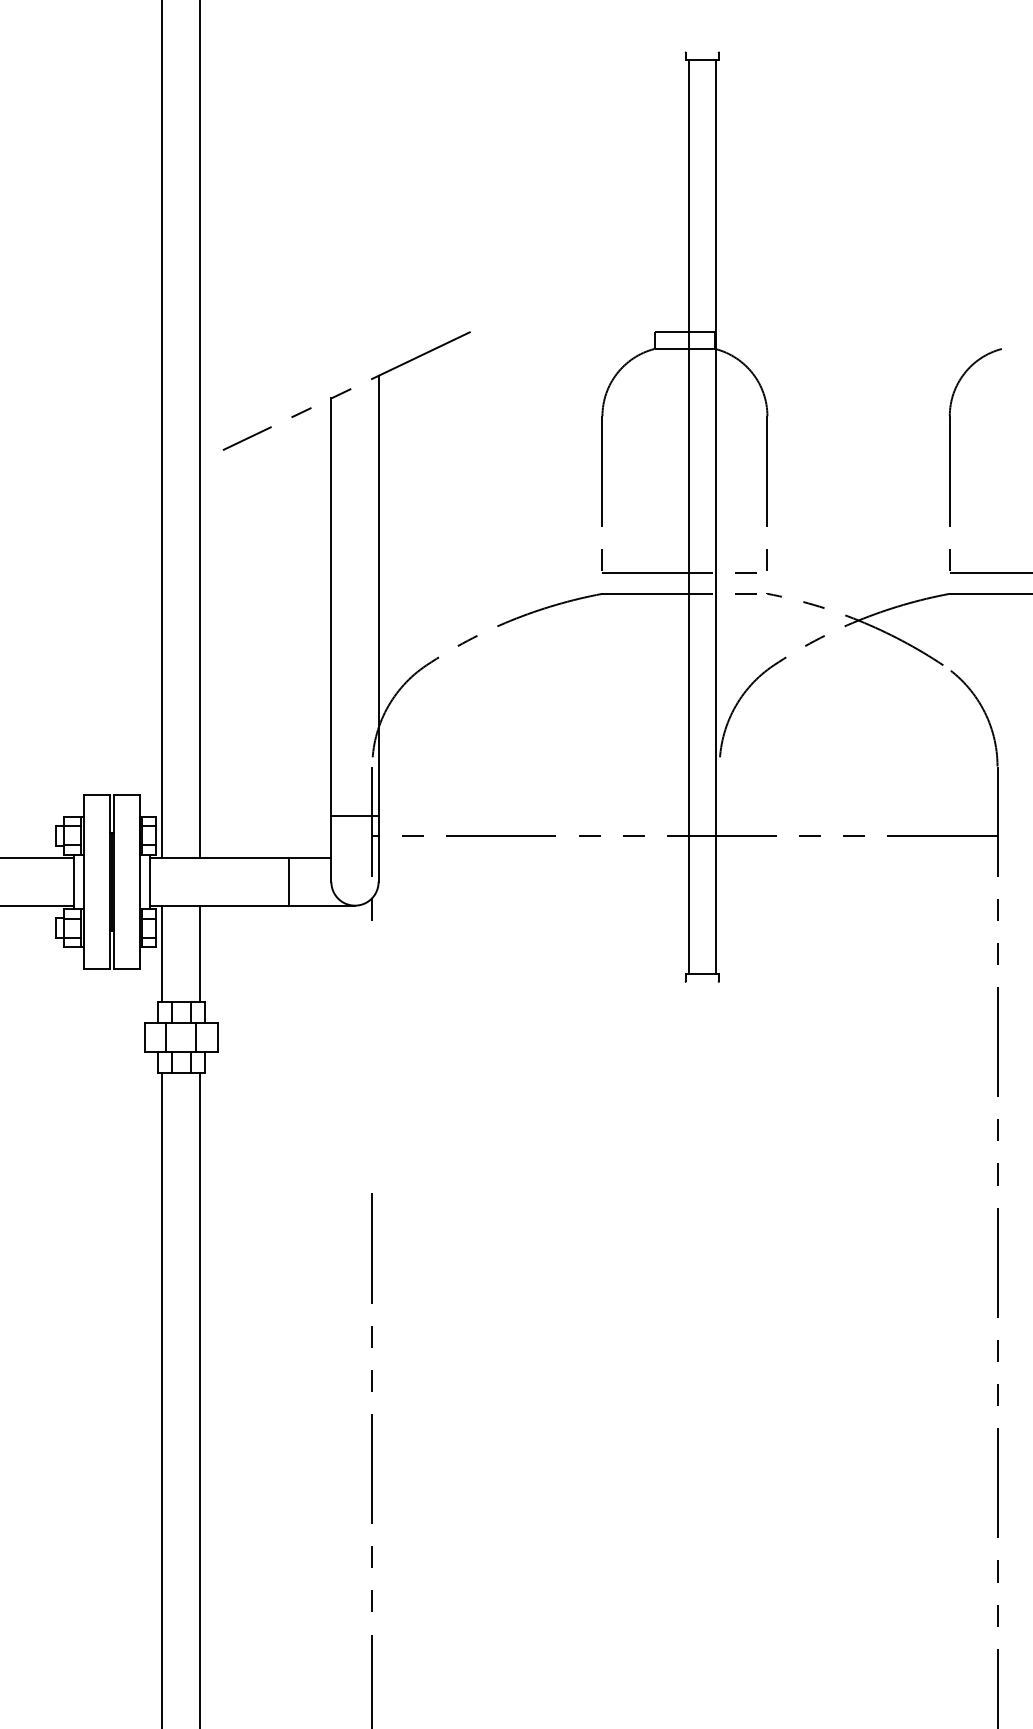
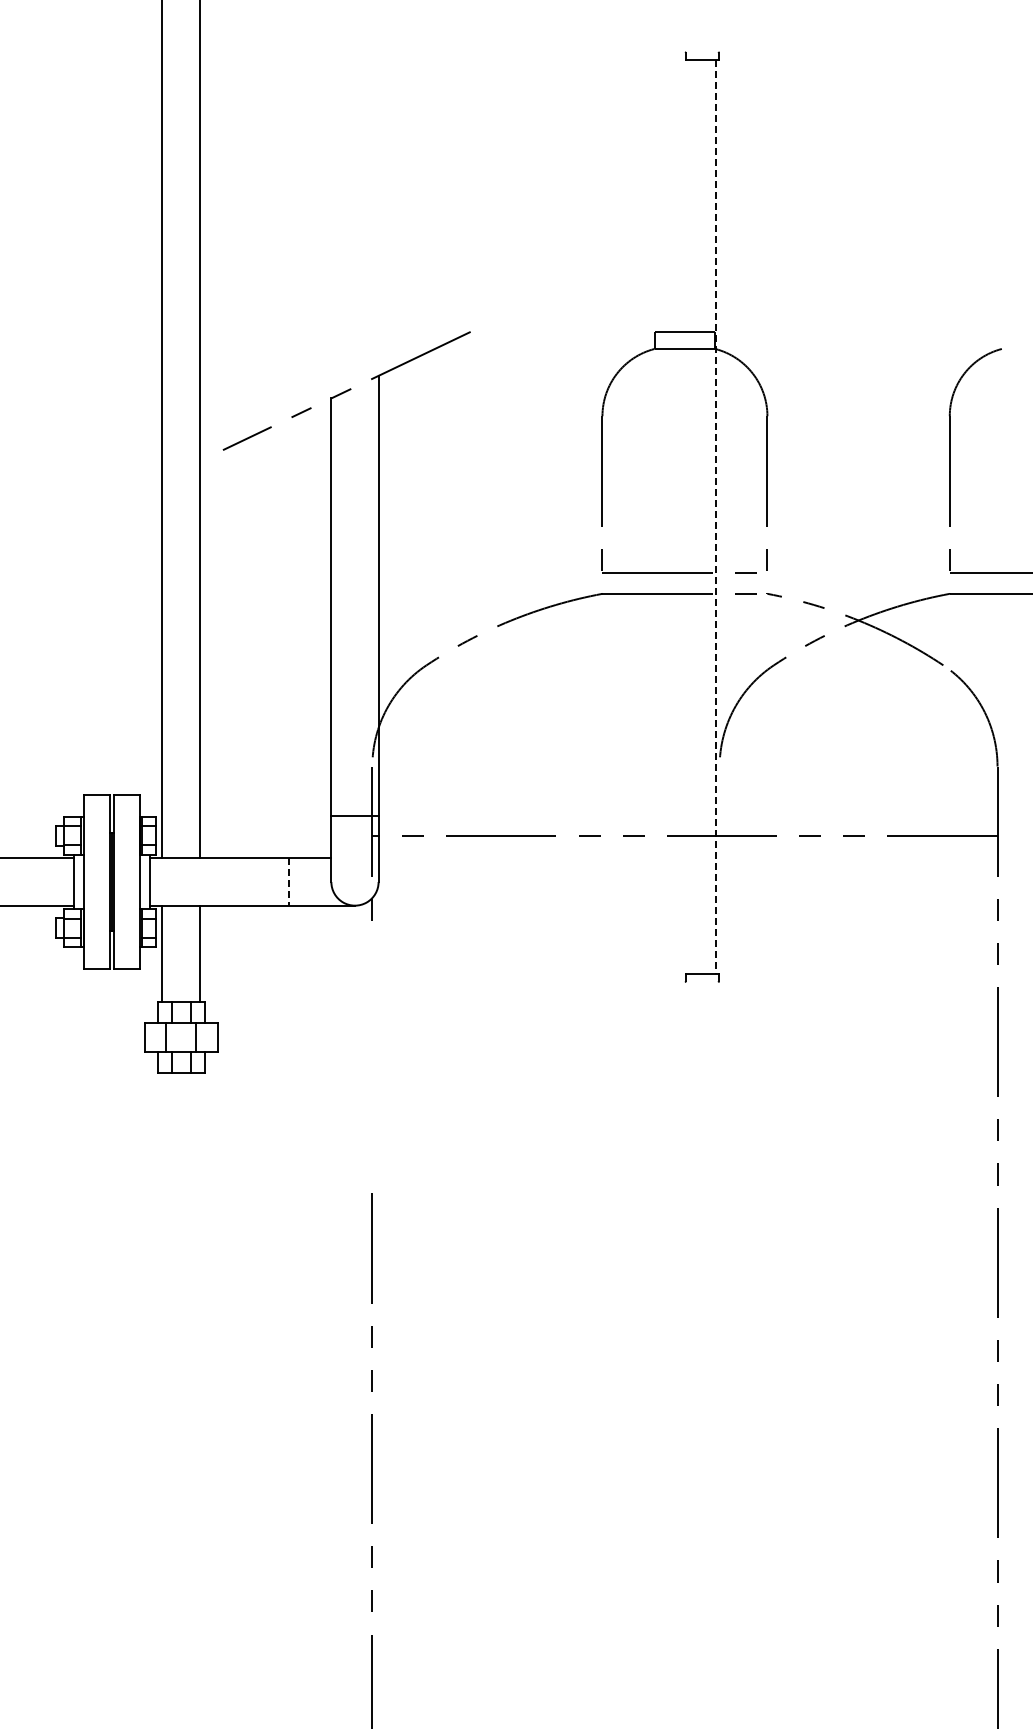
line at (688, 516): present -> none
line at (715, 517): solid -> dashed
line at (288, 882): solid -> dashed
line at (162, 1399): present -> none
line at (200, 1399): present -> none
